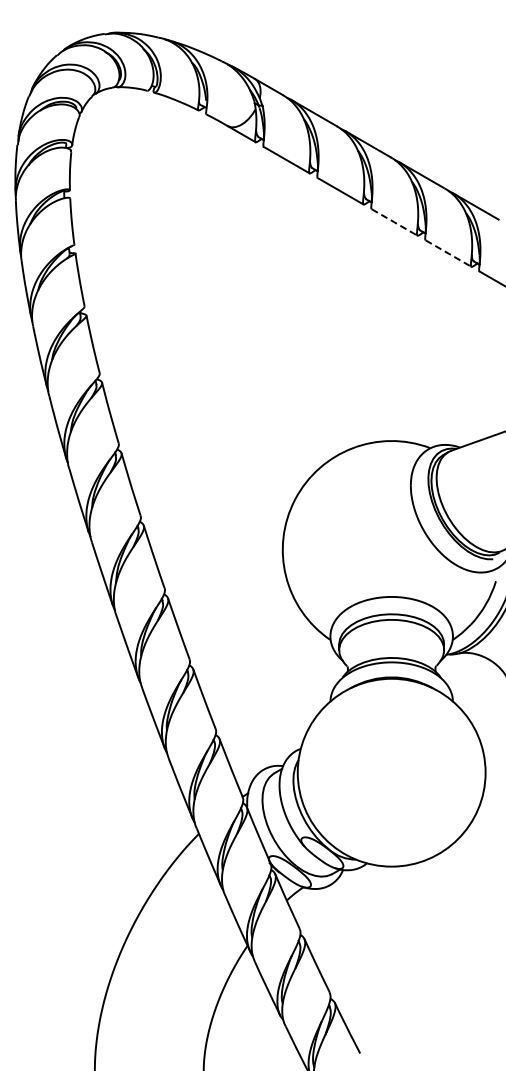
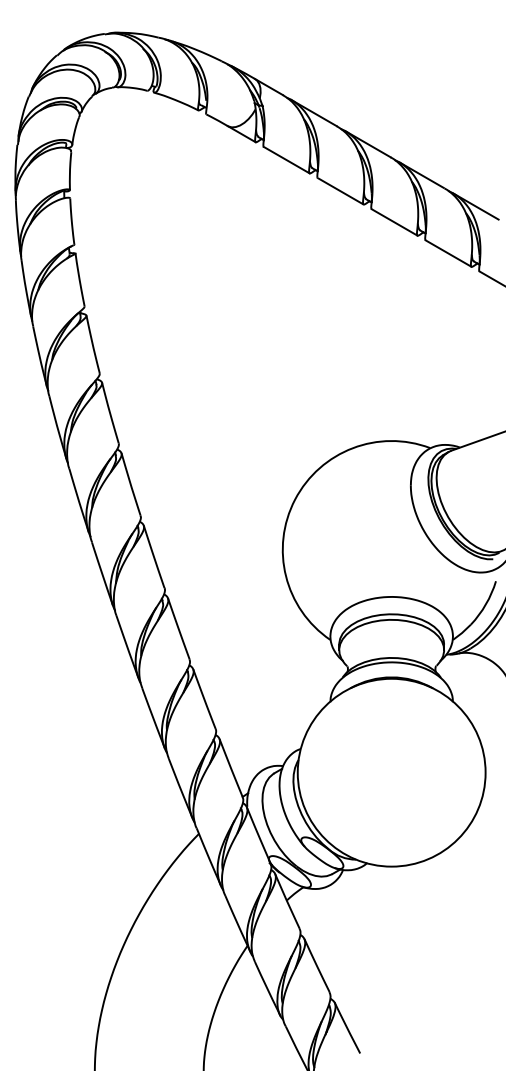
line at (395, 222): dashed -> solid
line at (449, 253): dashed -> solid
